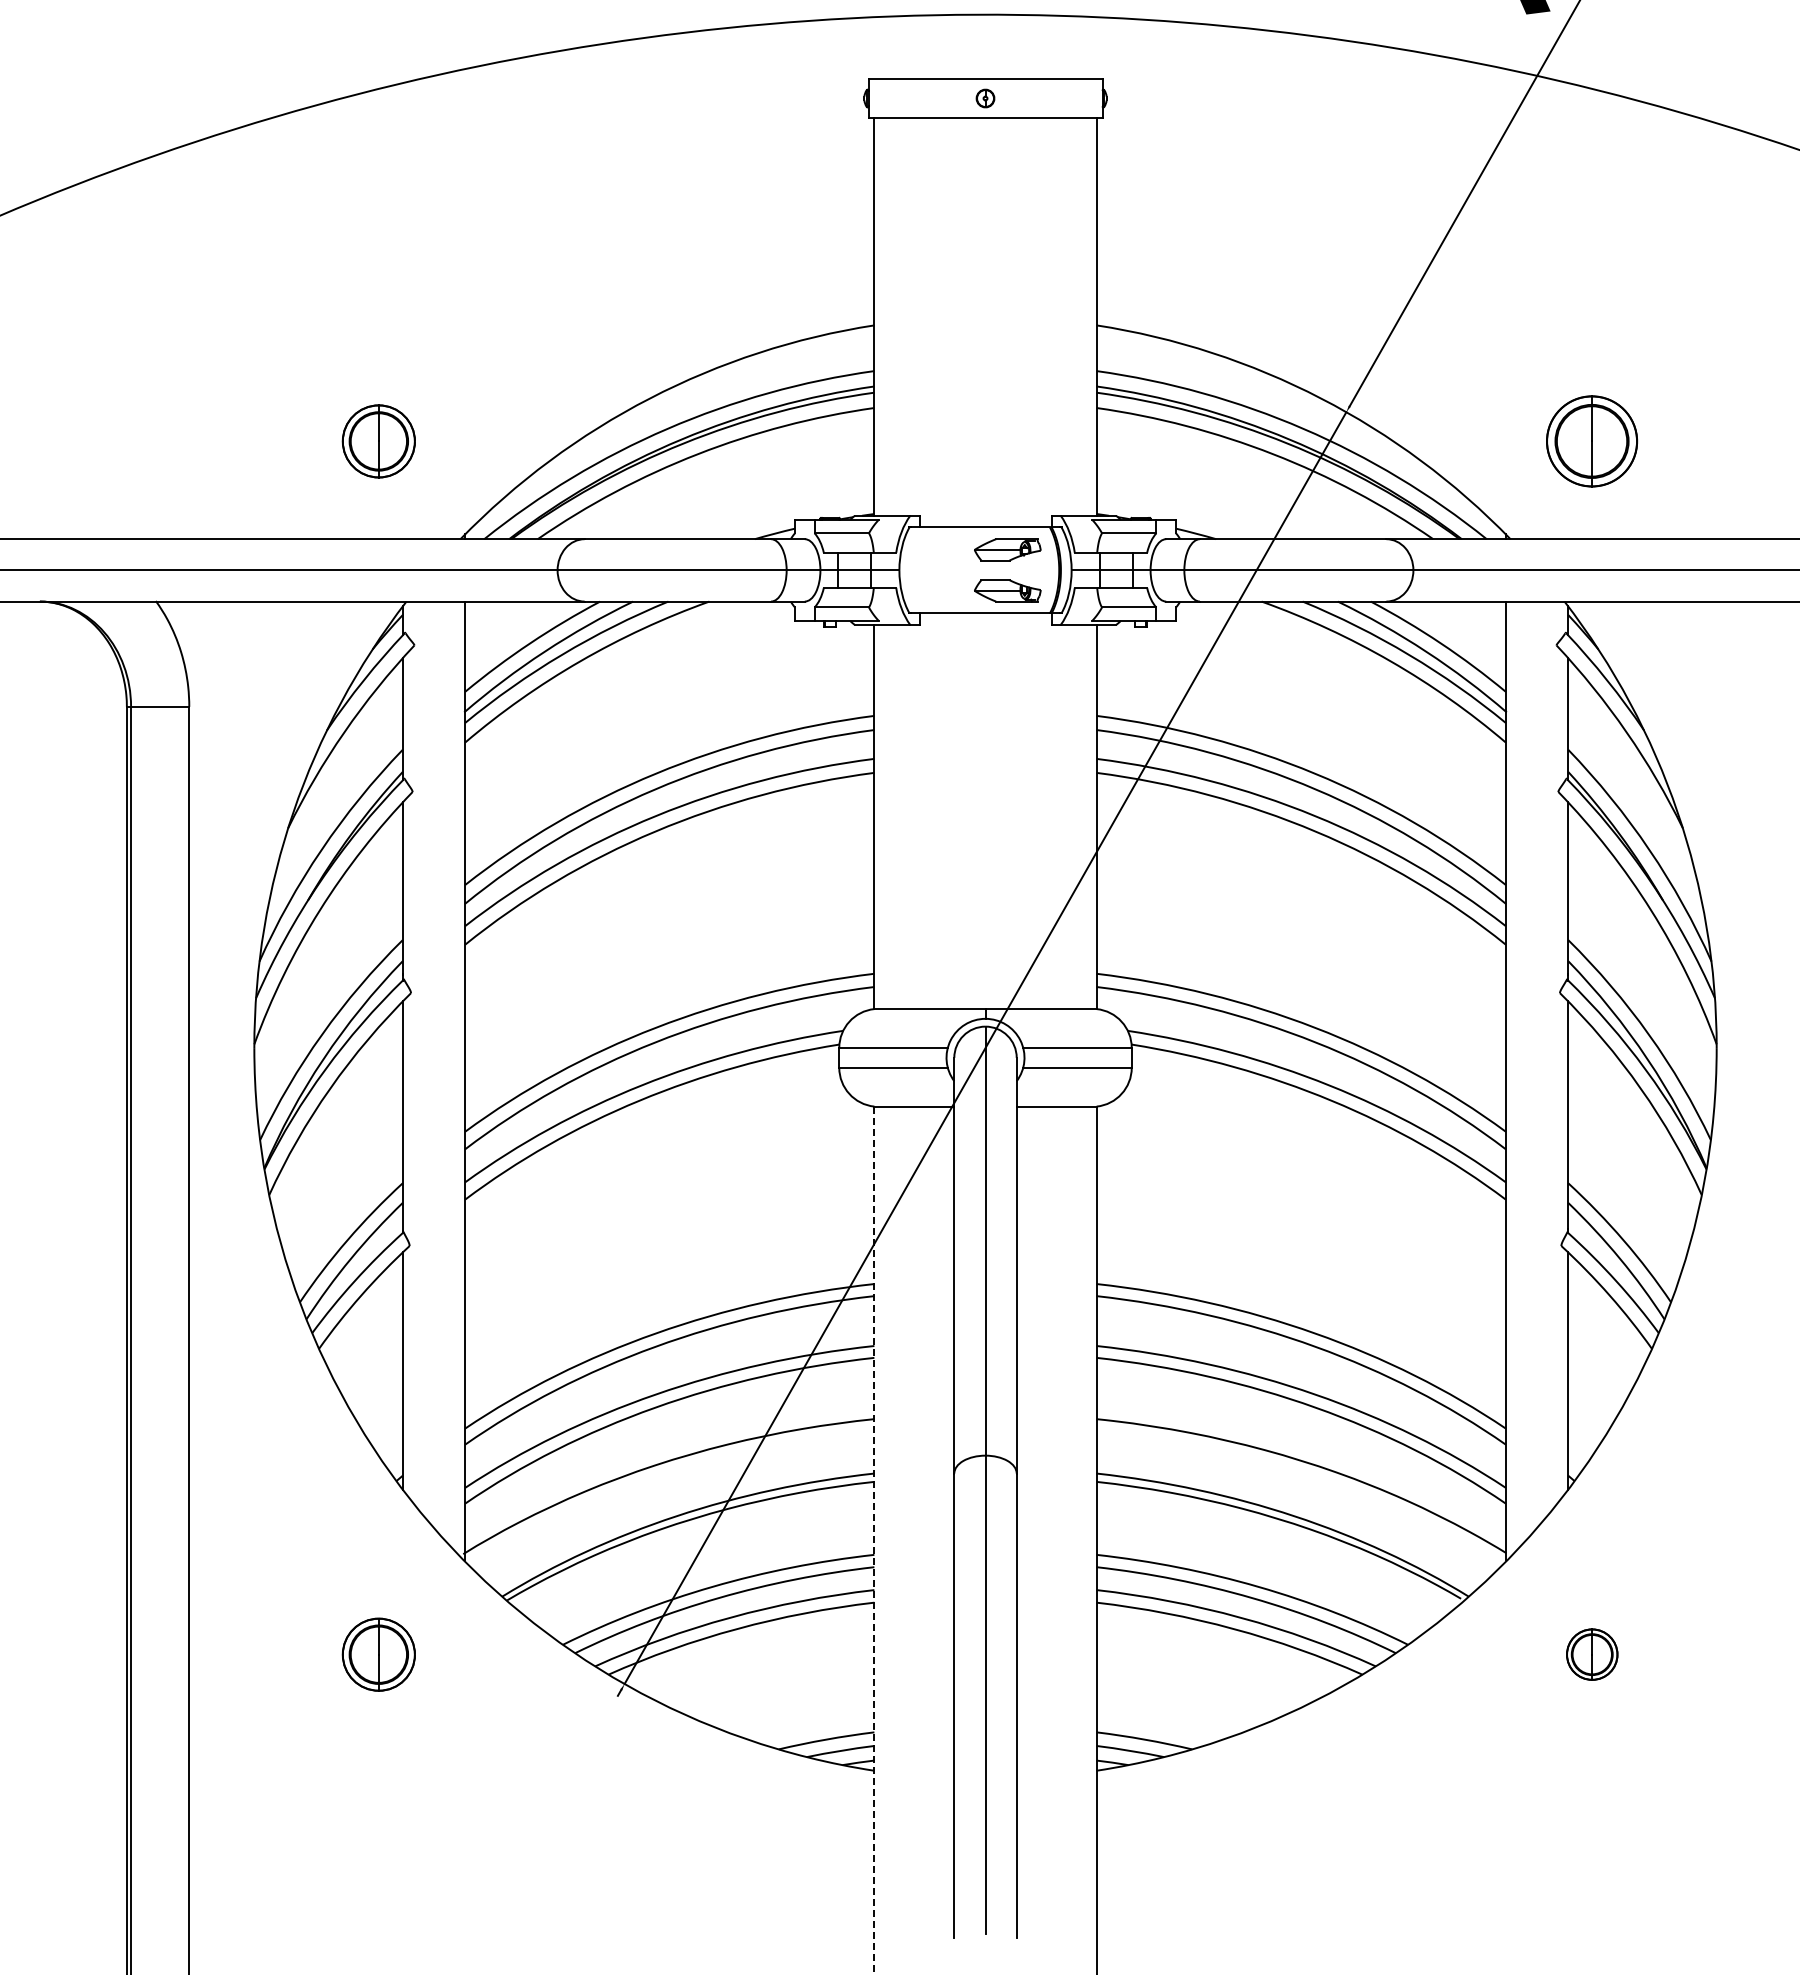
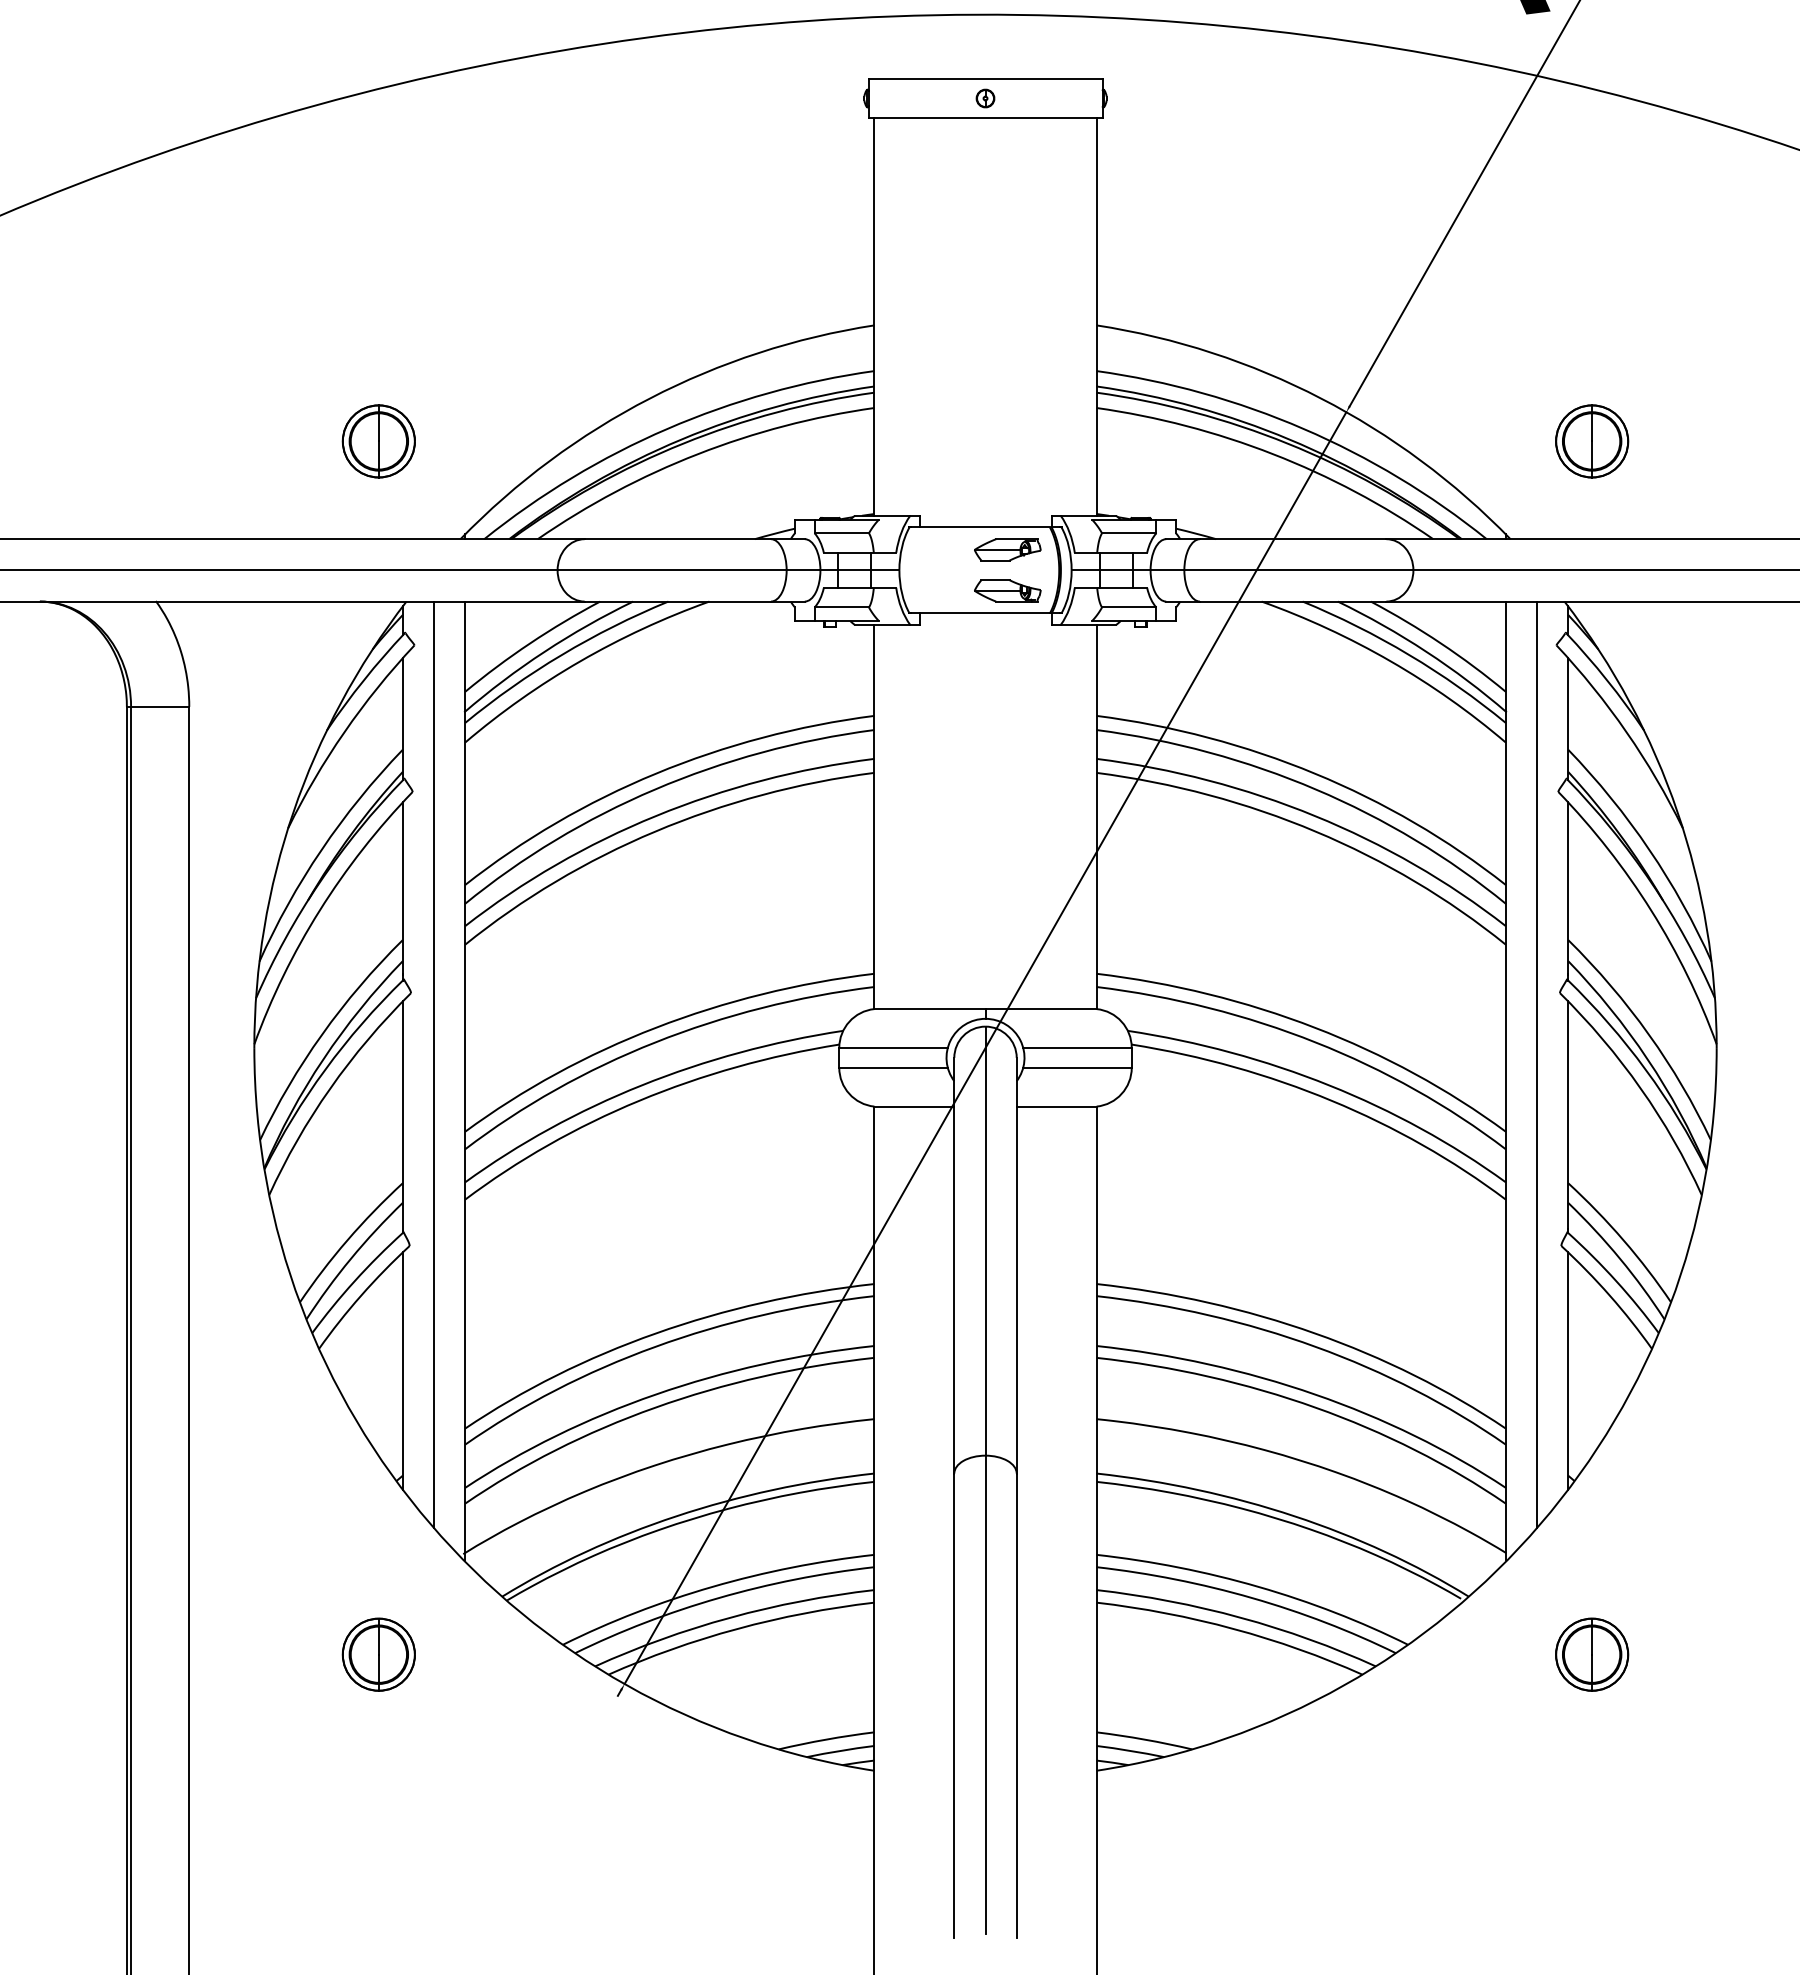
part at (1592, 441) size: 93x93 px -> 75x75 px
line at (434, 1064): none -> present
line at (1537, 1064): none -> present
line at (874, 1541): dashed -> solid
part at (1592, 1654) size: 53x53 px -> 75x75 px
